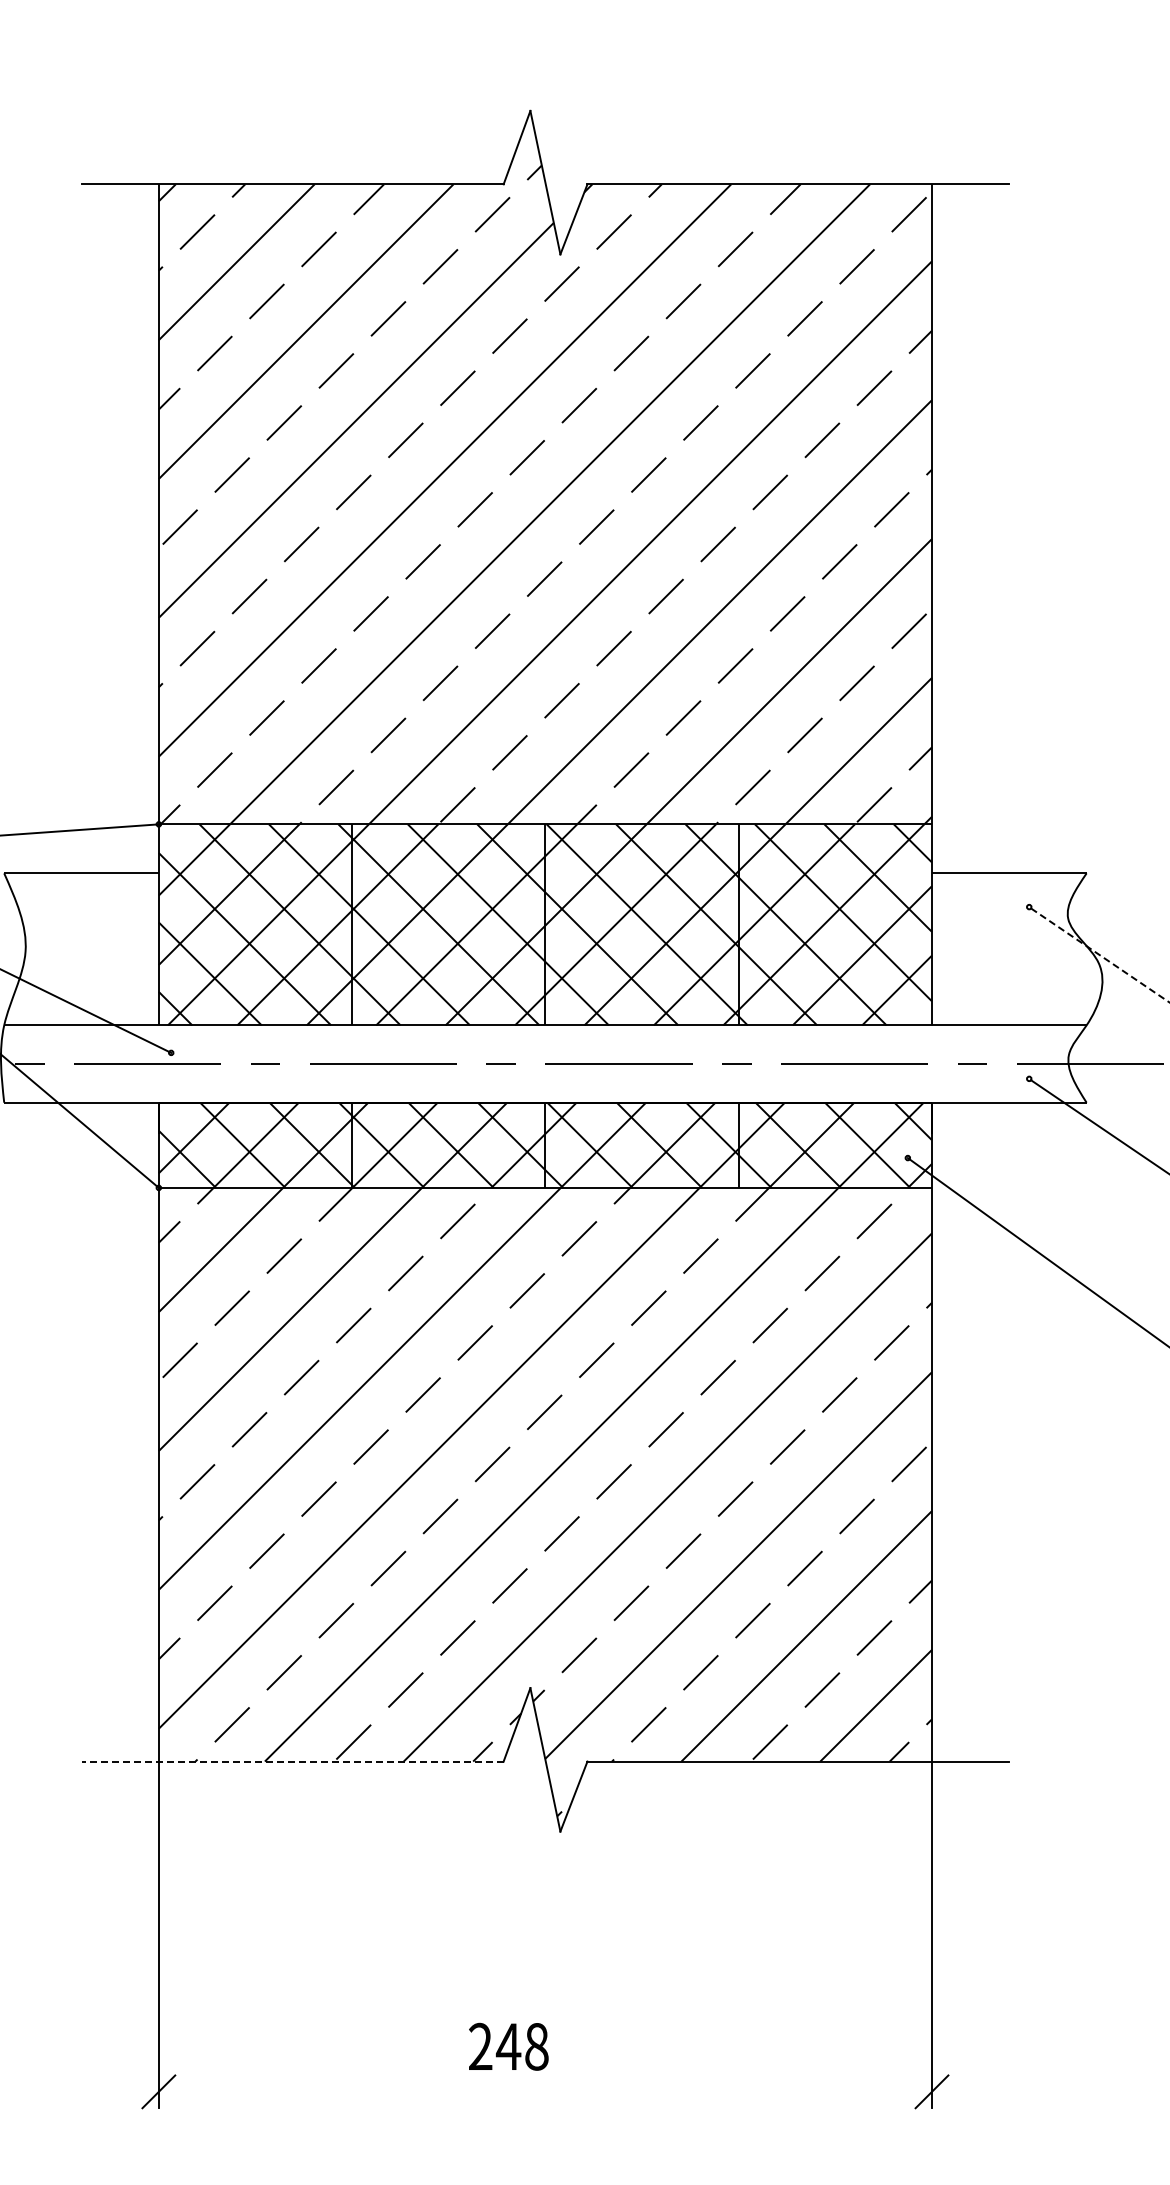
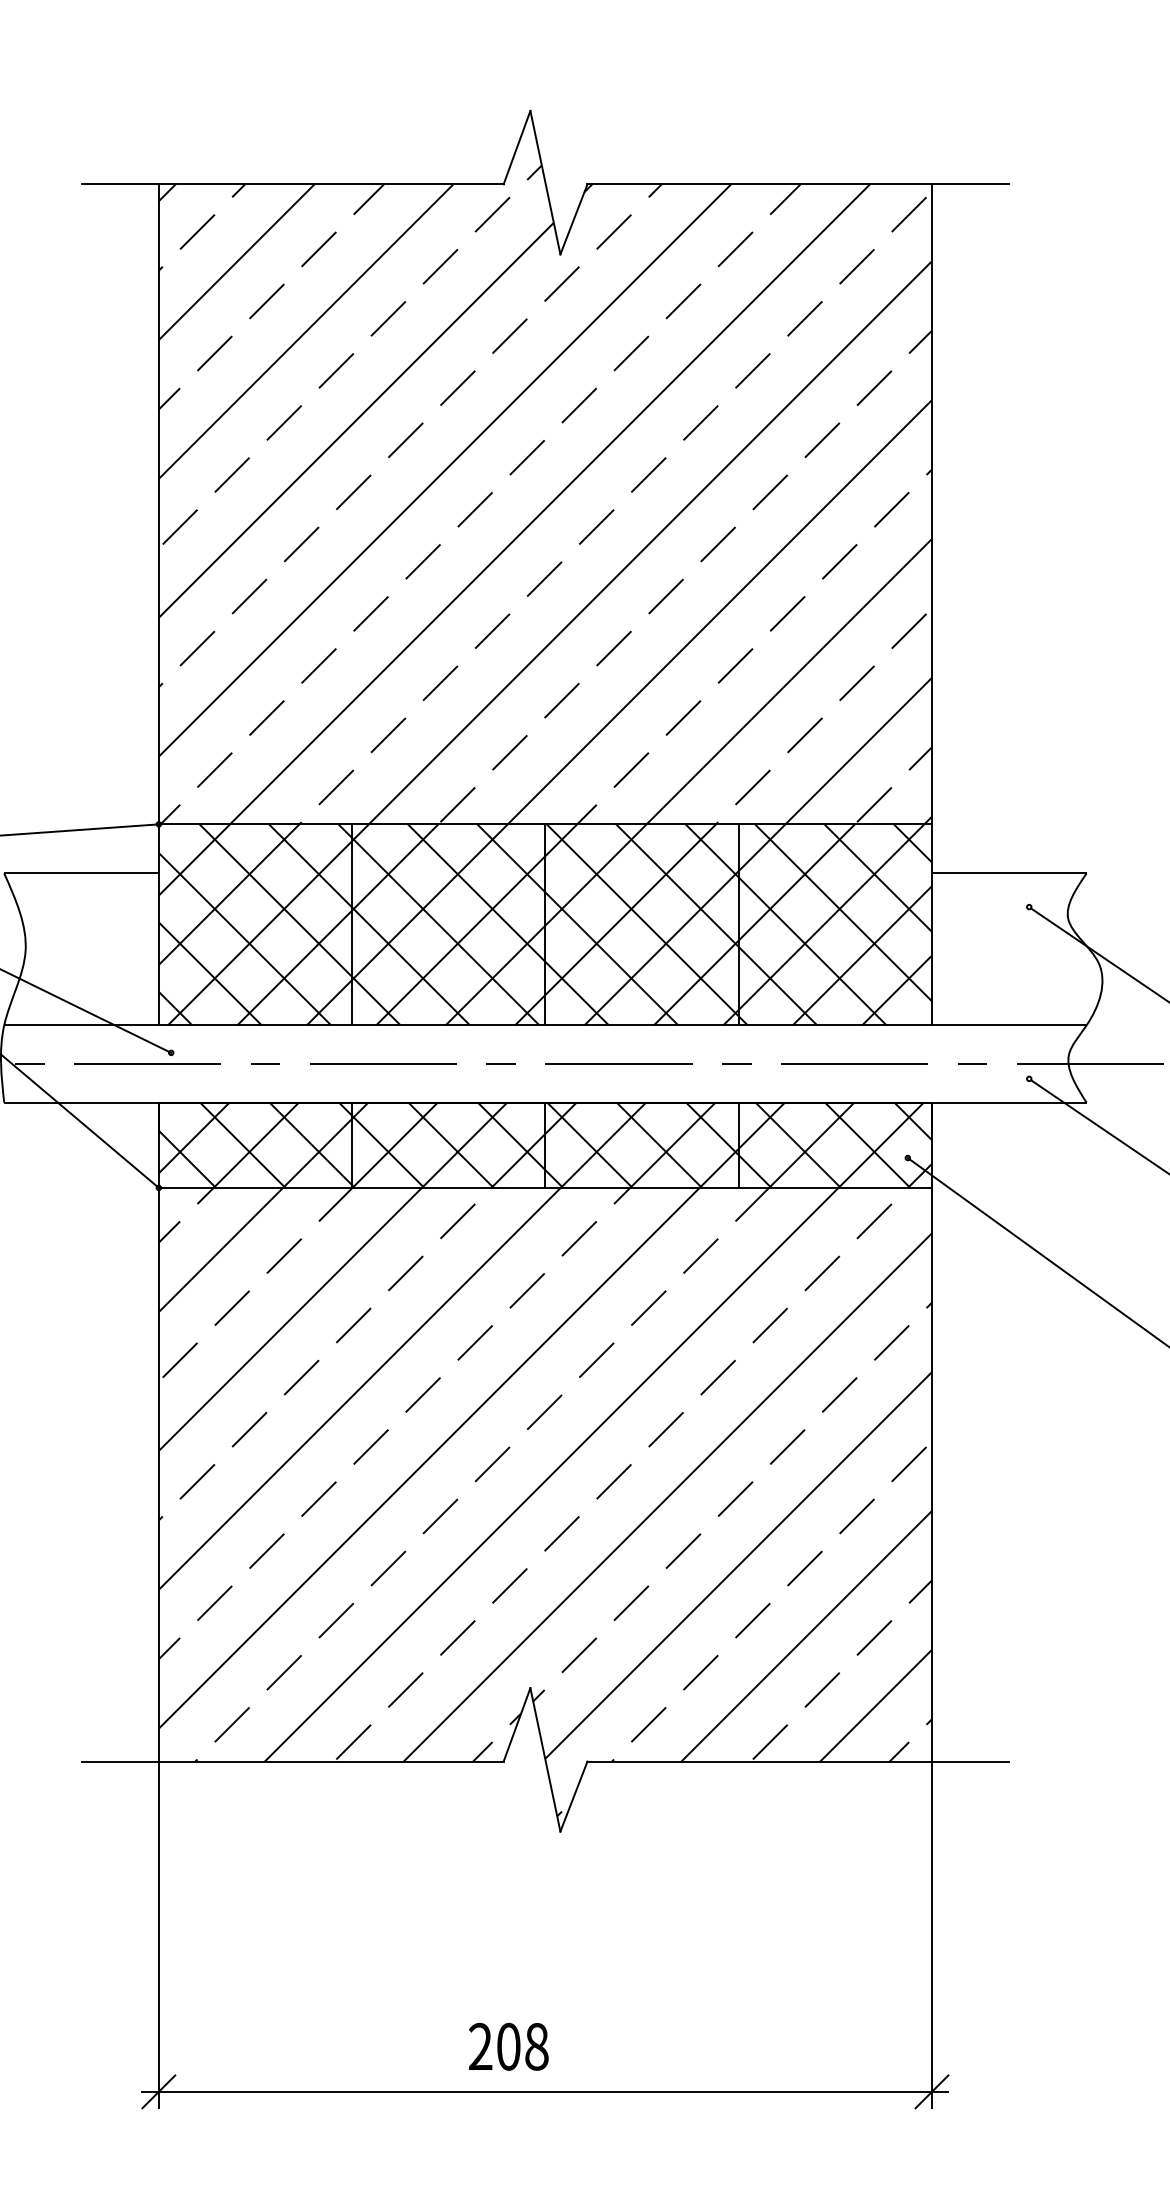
line at (1100, 955): dashed -> solid
line at (292, 1761): dashed -> solid
text at (508, 2046): 248 -> 208
line at (545, 2091): none -> present
